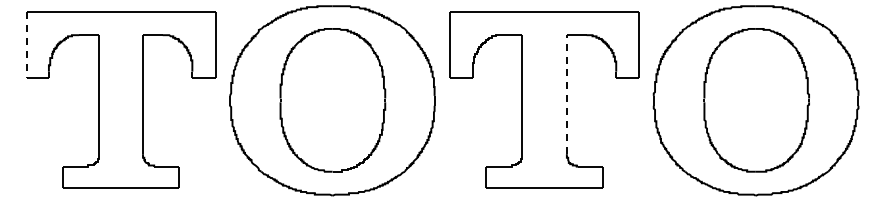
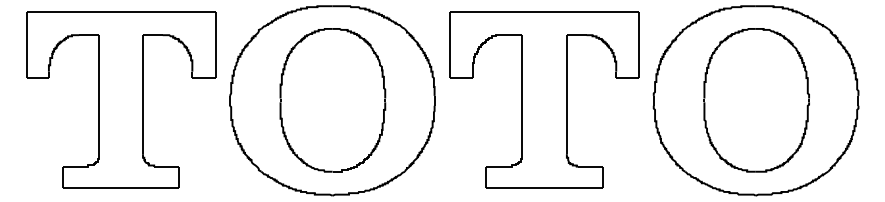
line at (26, 45): dashed -> solid
line at (566, 94): dashed -> solid
